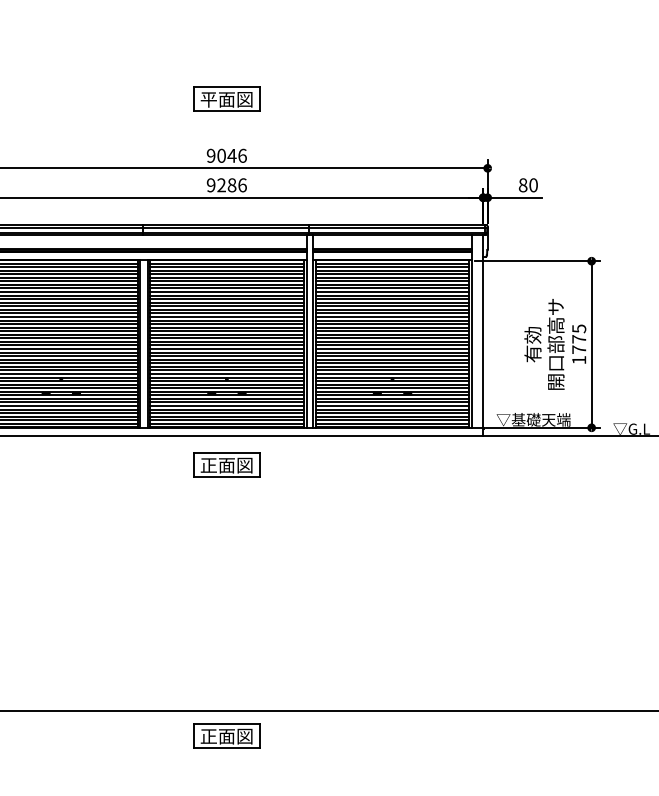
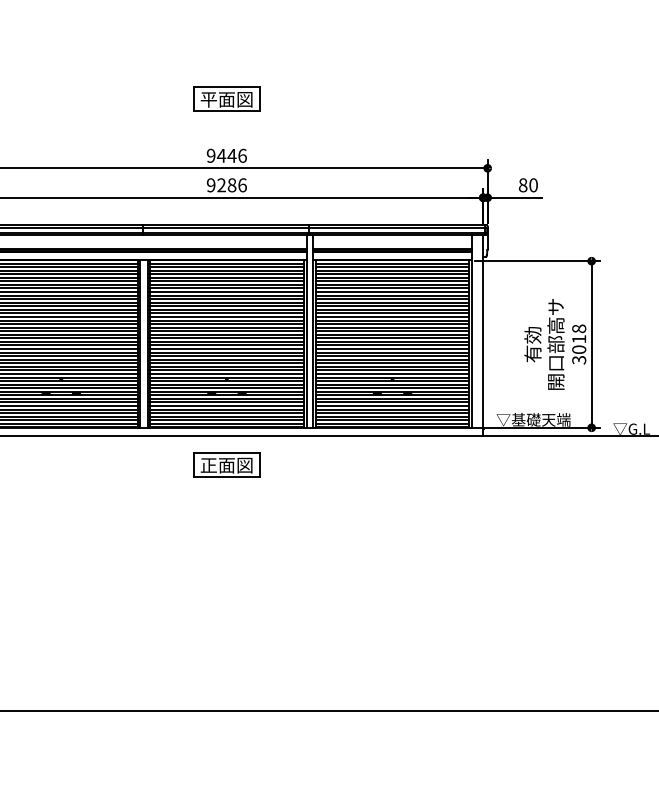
text at (221, 155): 9046 -> 9446
text at (579, 344): 1775 -> 3018
part at (226, 735): present -> none
